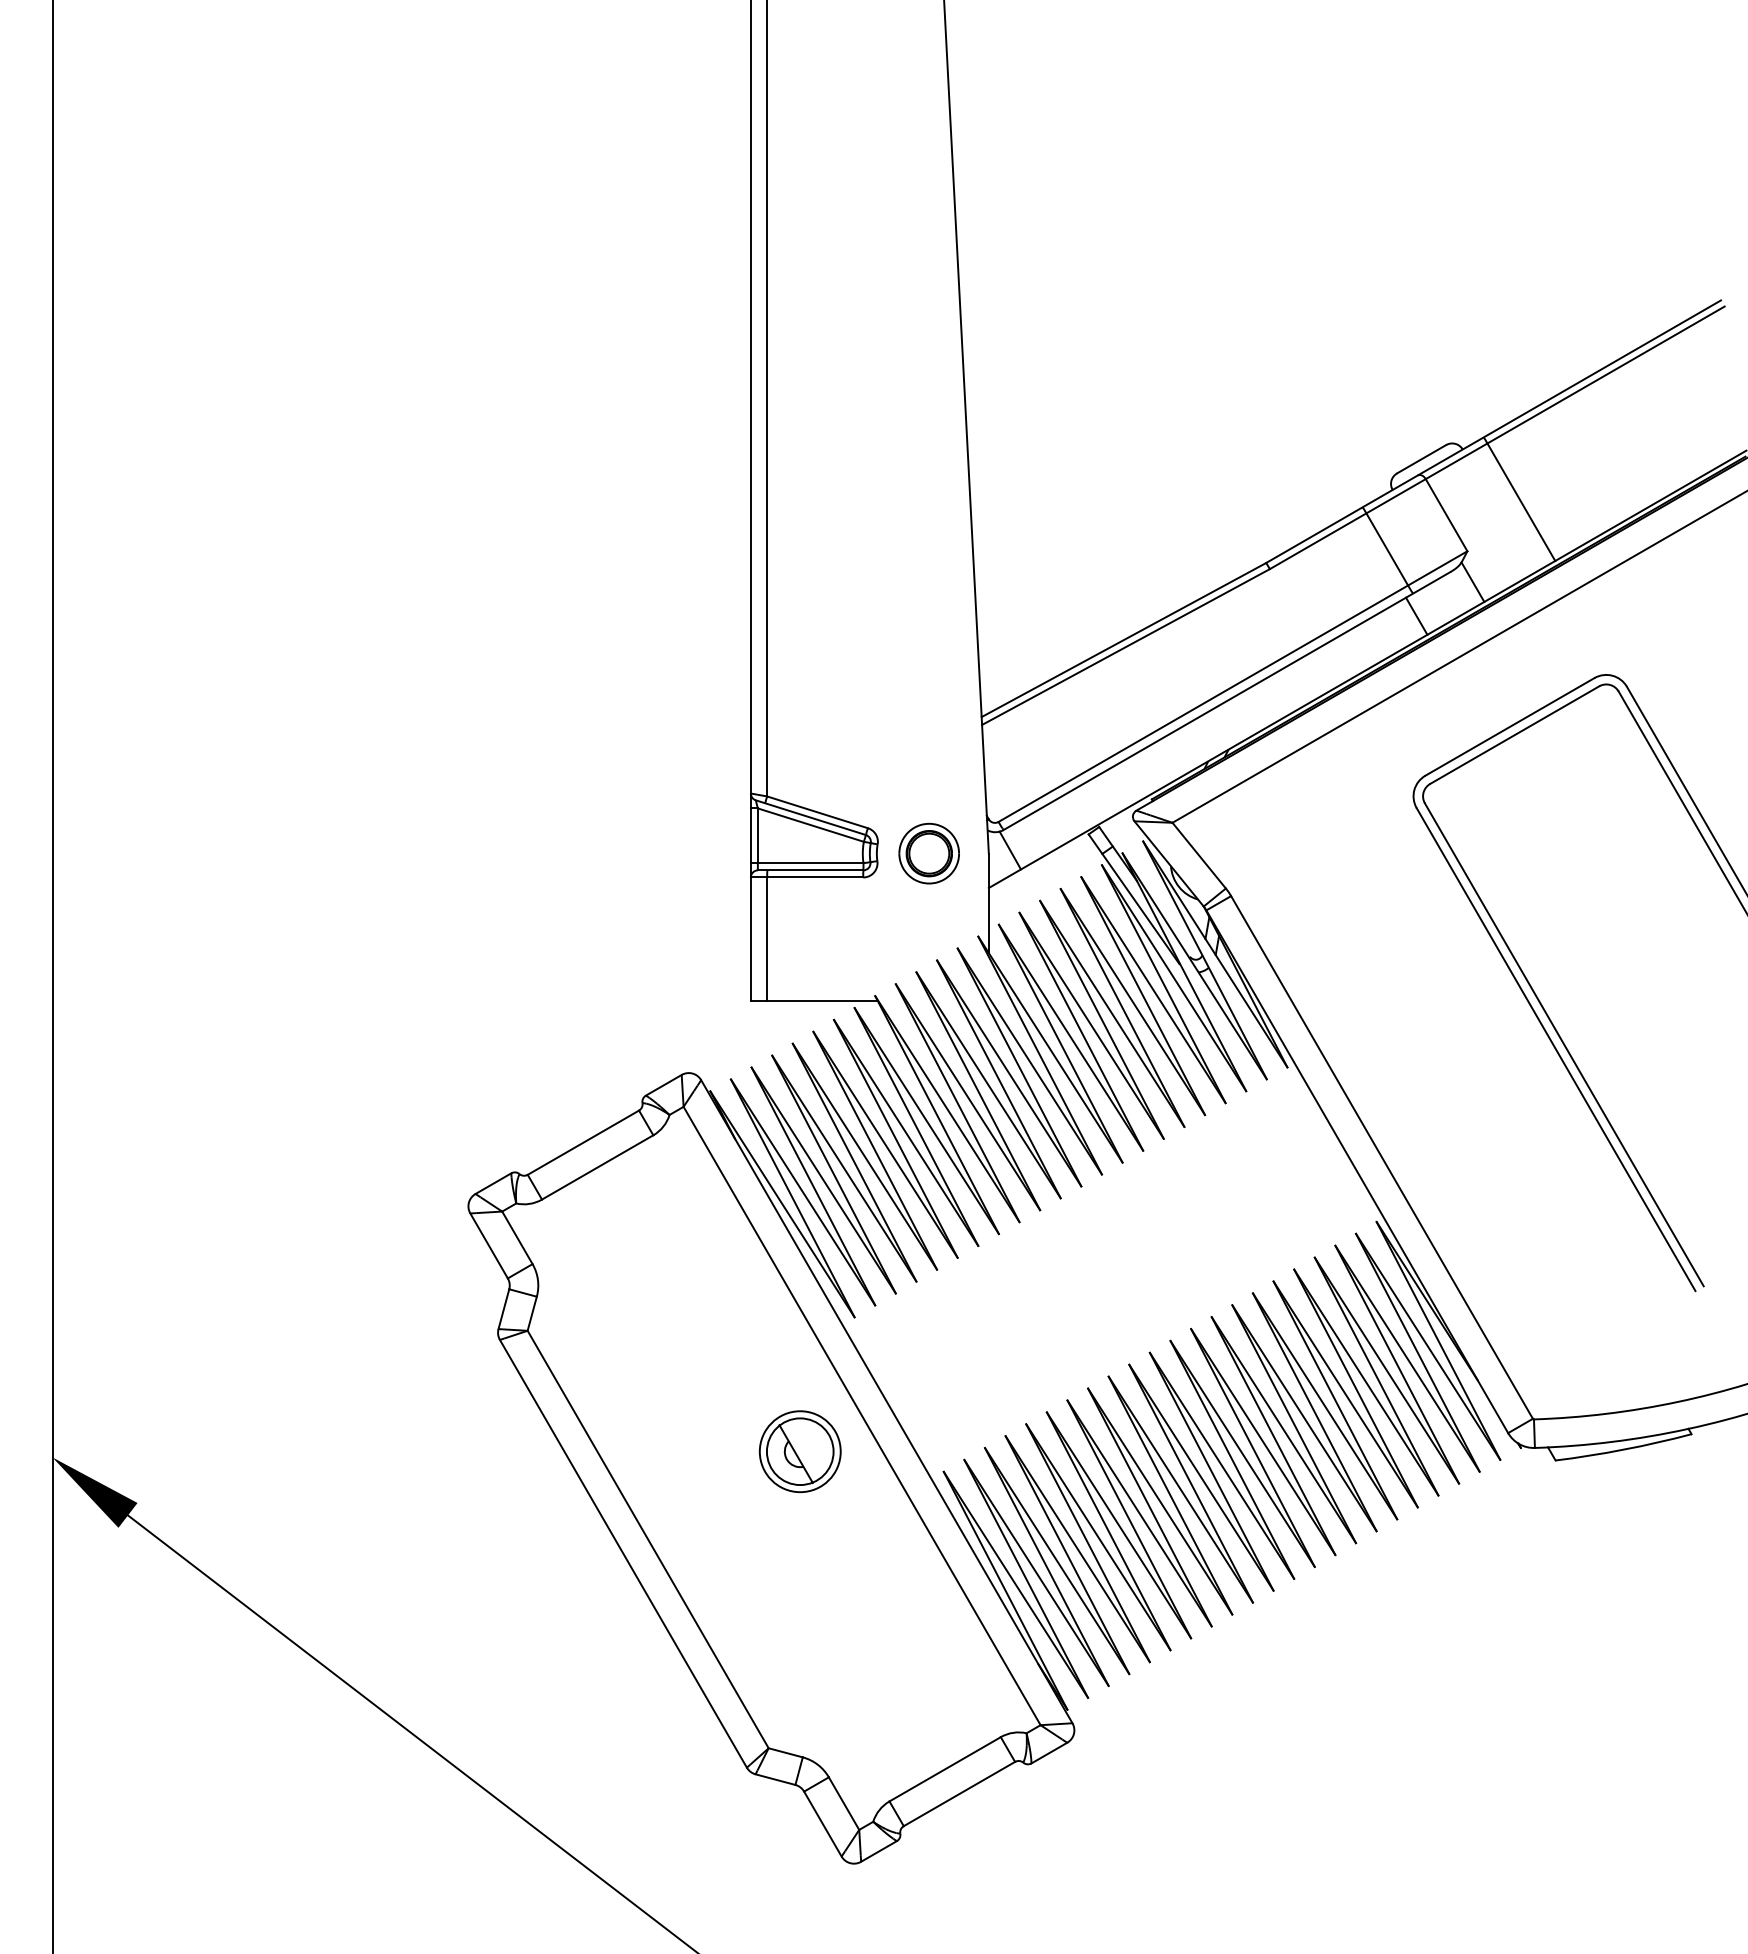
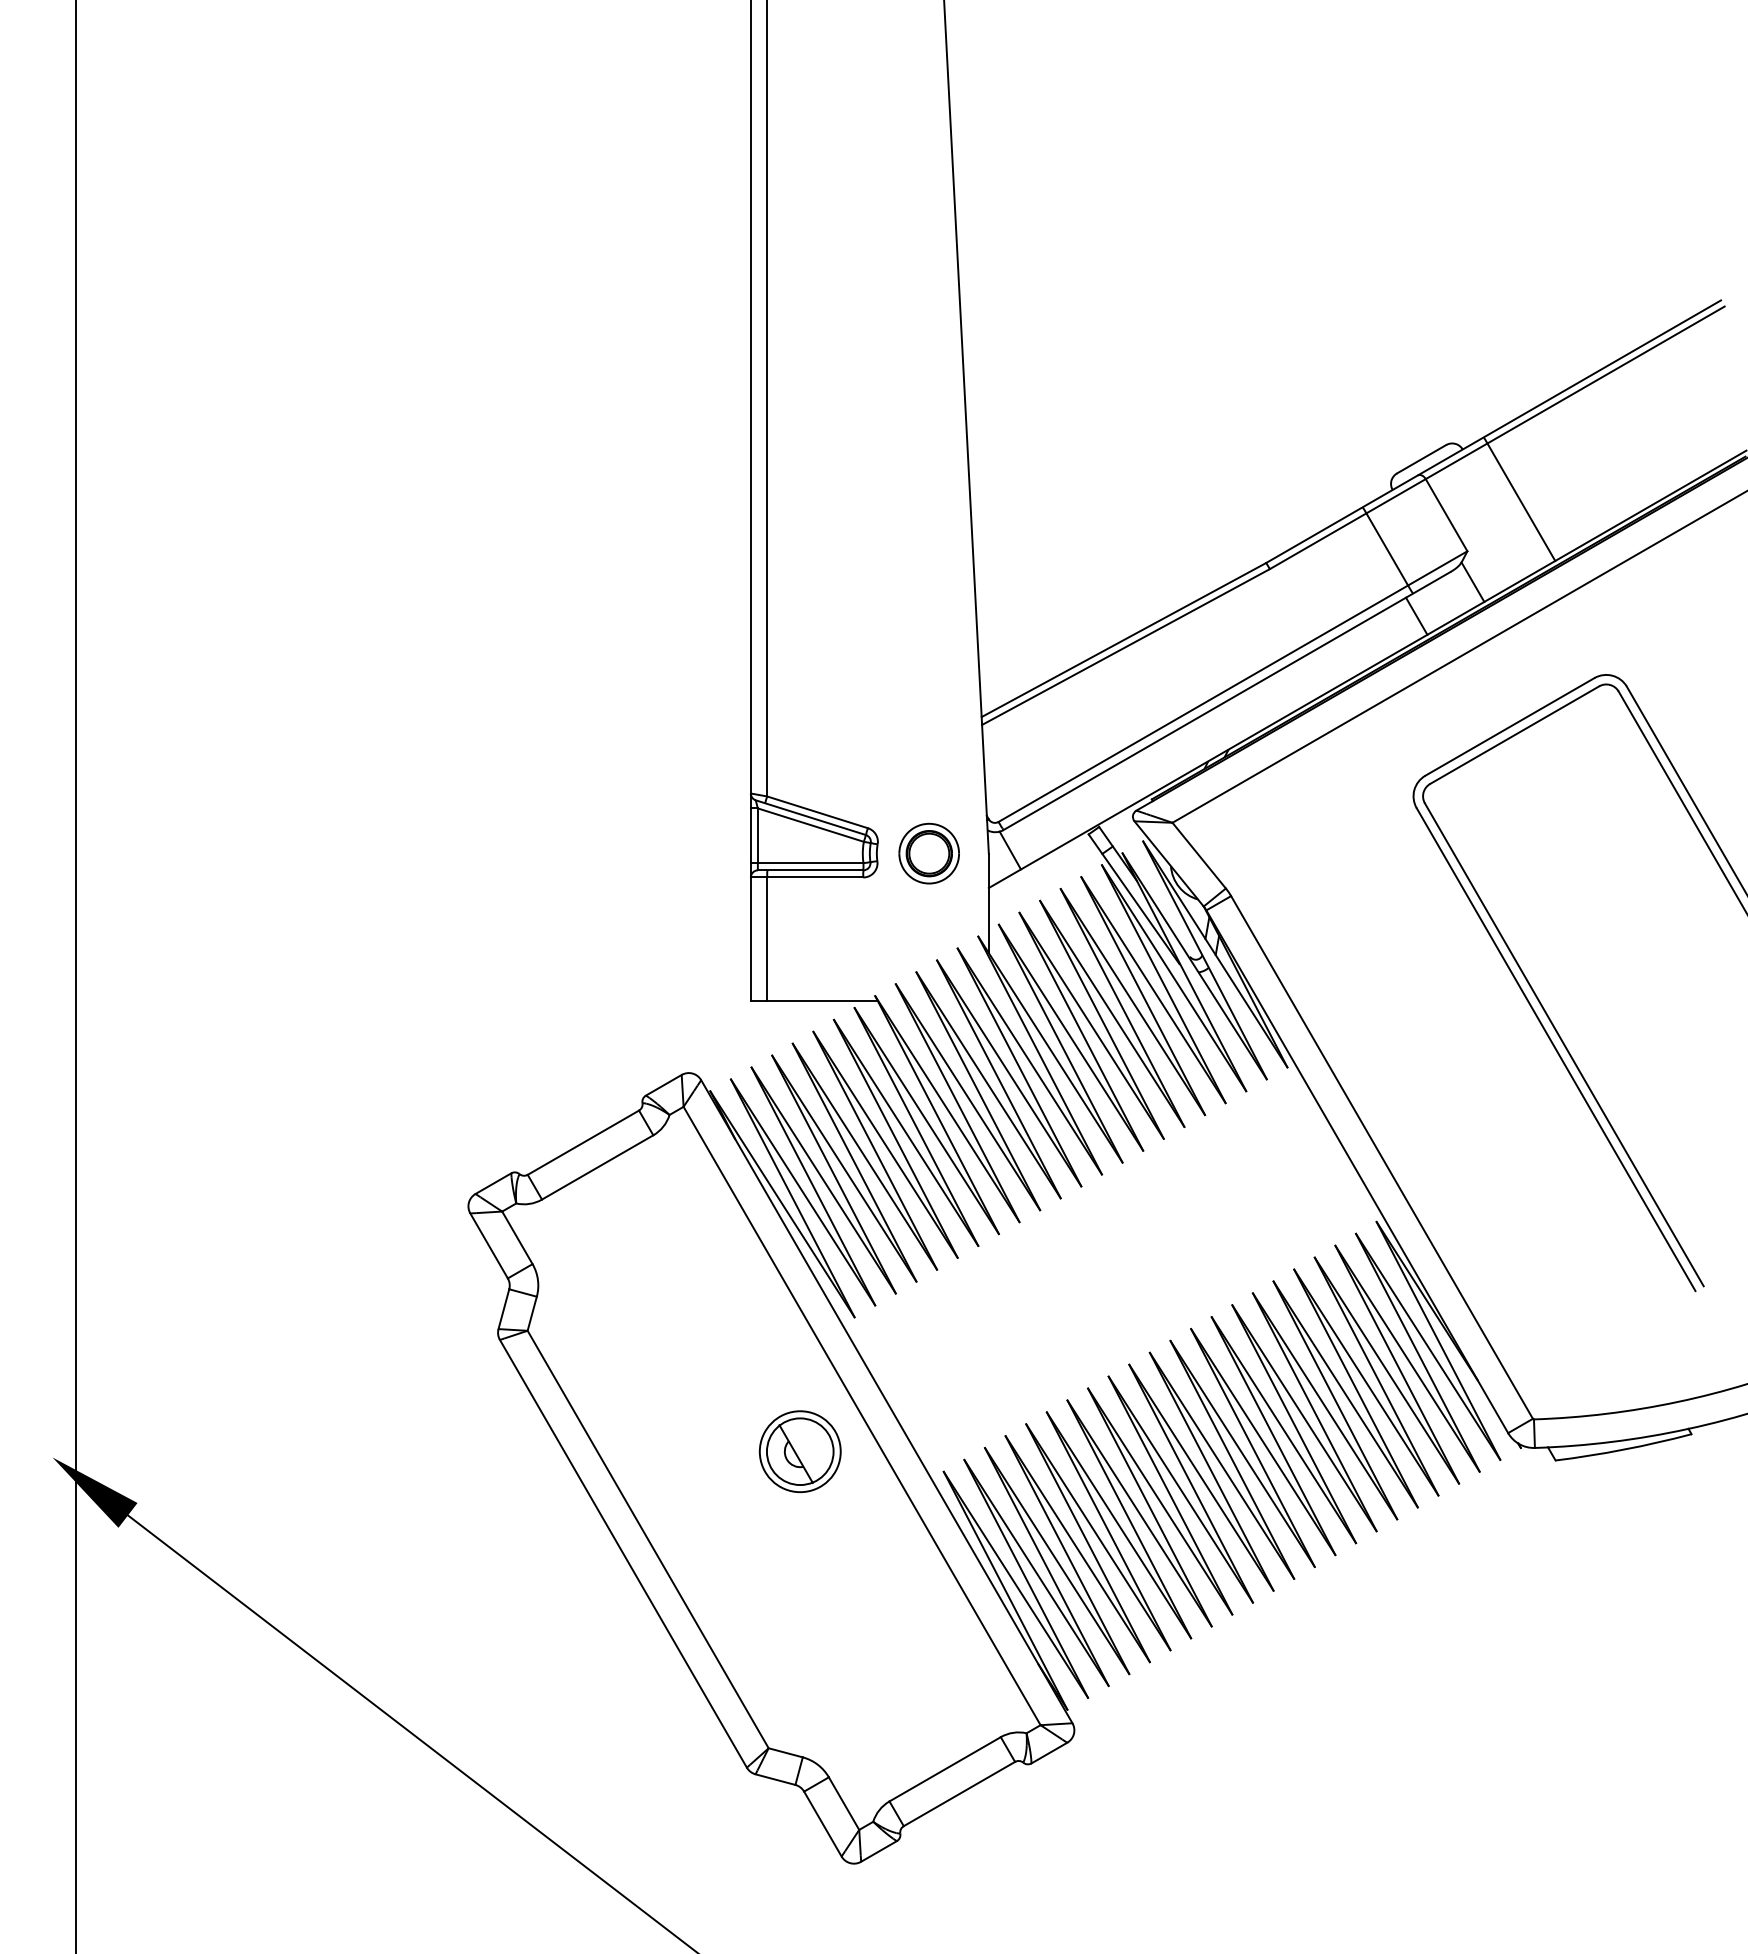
line at (52, 976) position: (52, 976) -> (75, 976)
